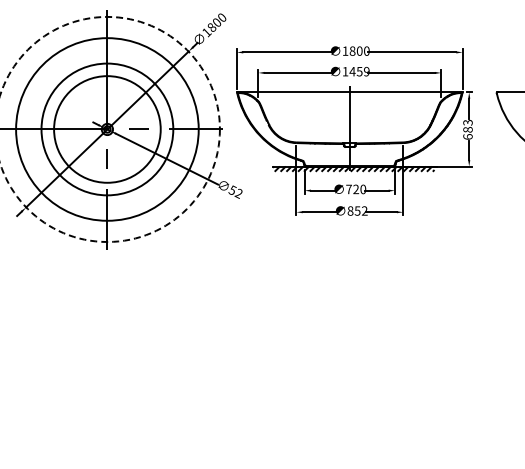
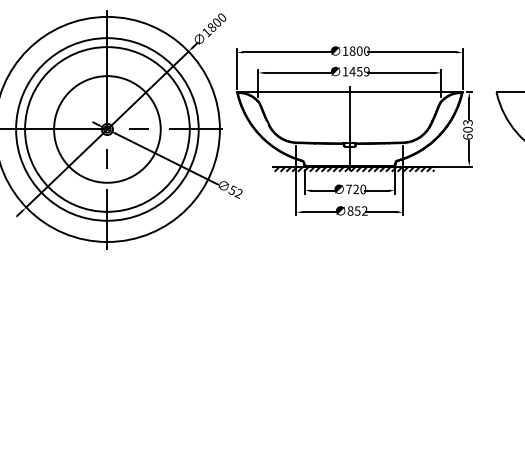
circle at (107, 129) diameter: 132 px -> 165 px
circle at (109, 129): dashed -> solid
text at (467, 129): 683 -> 603
